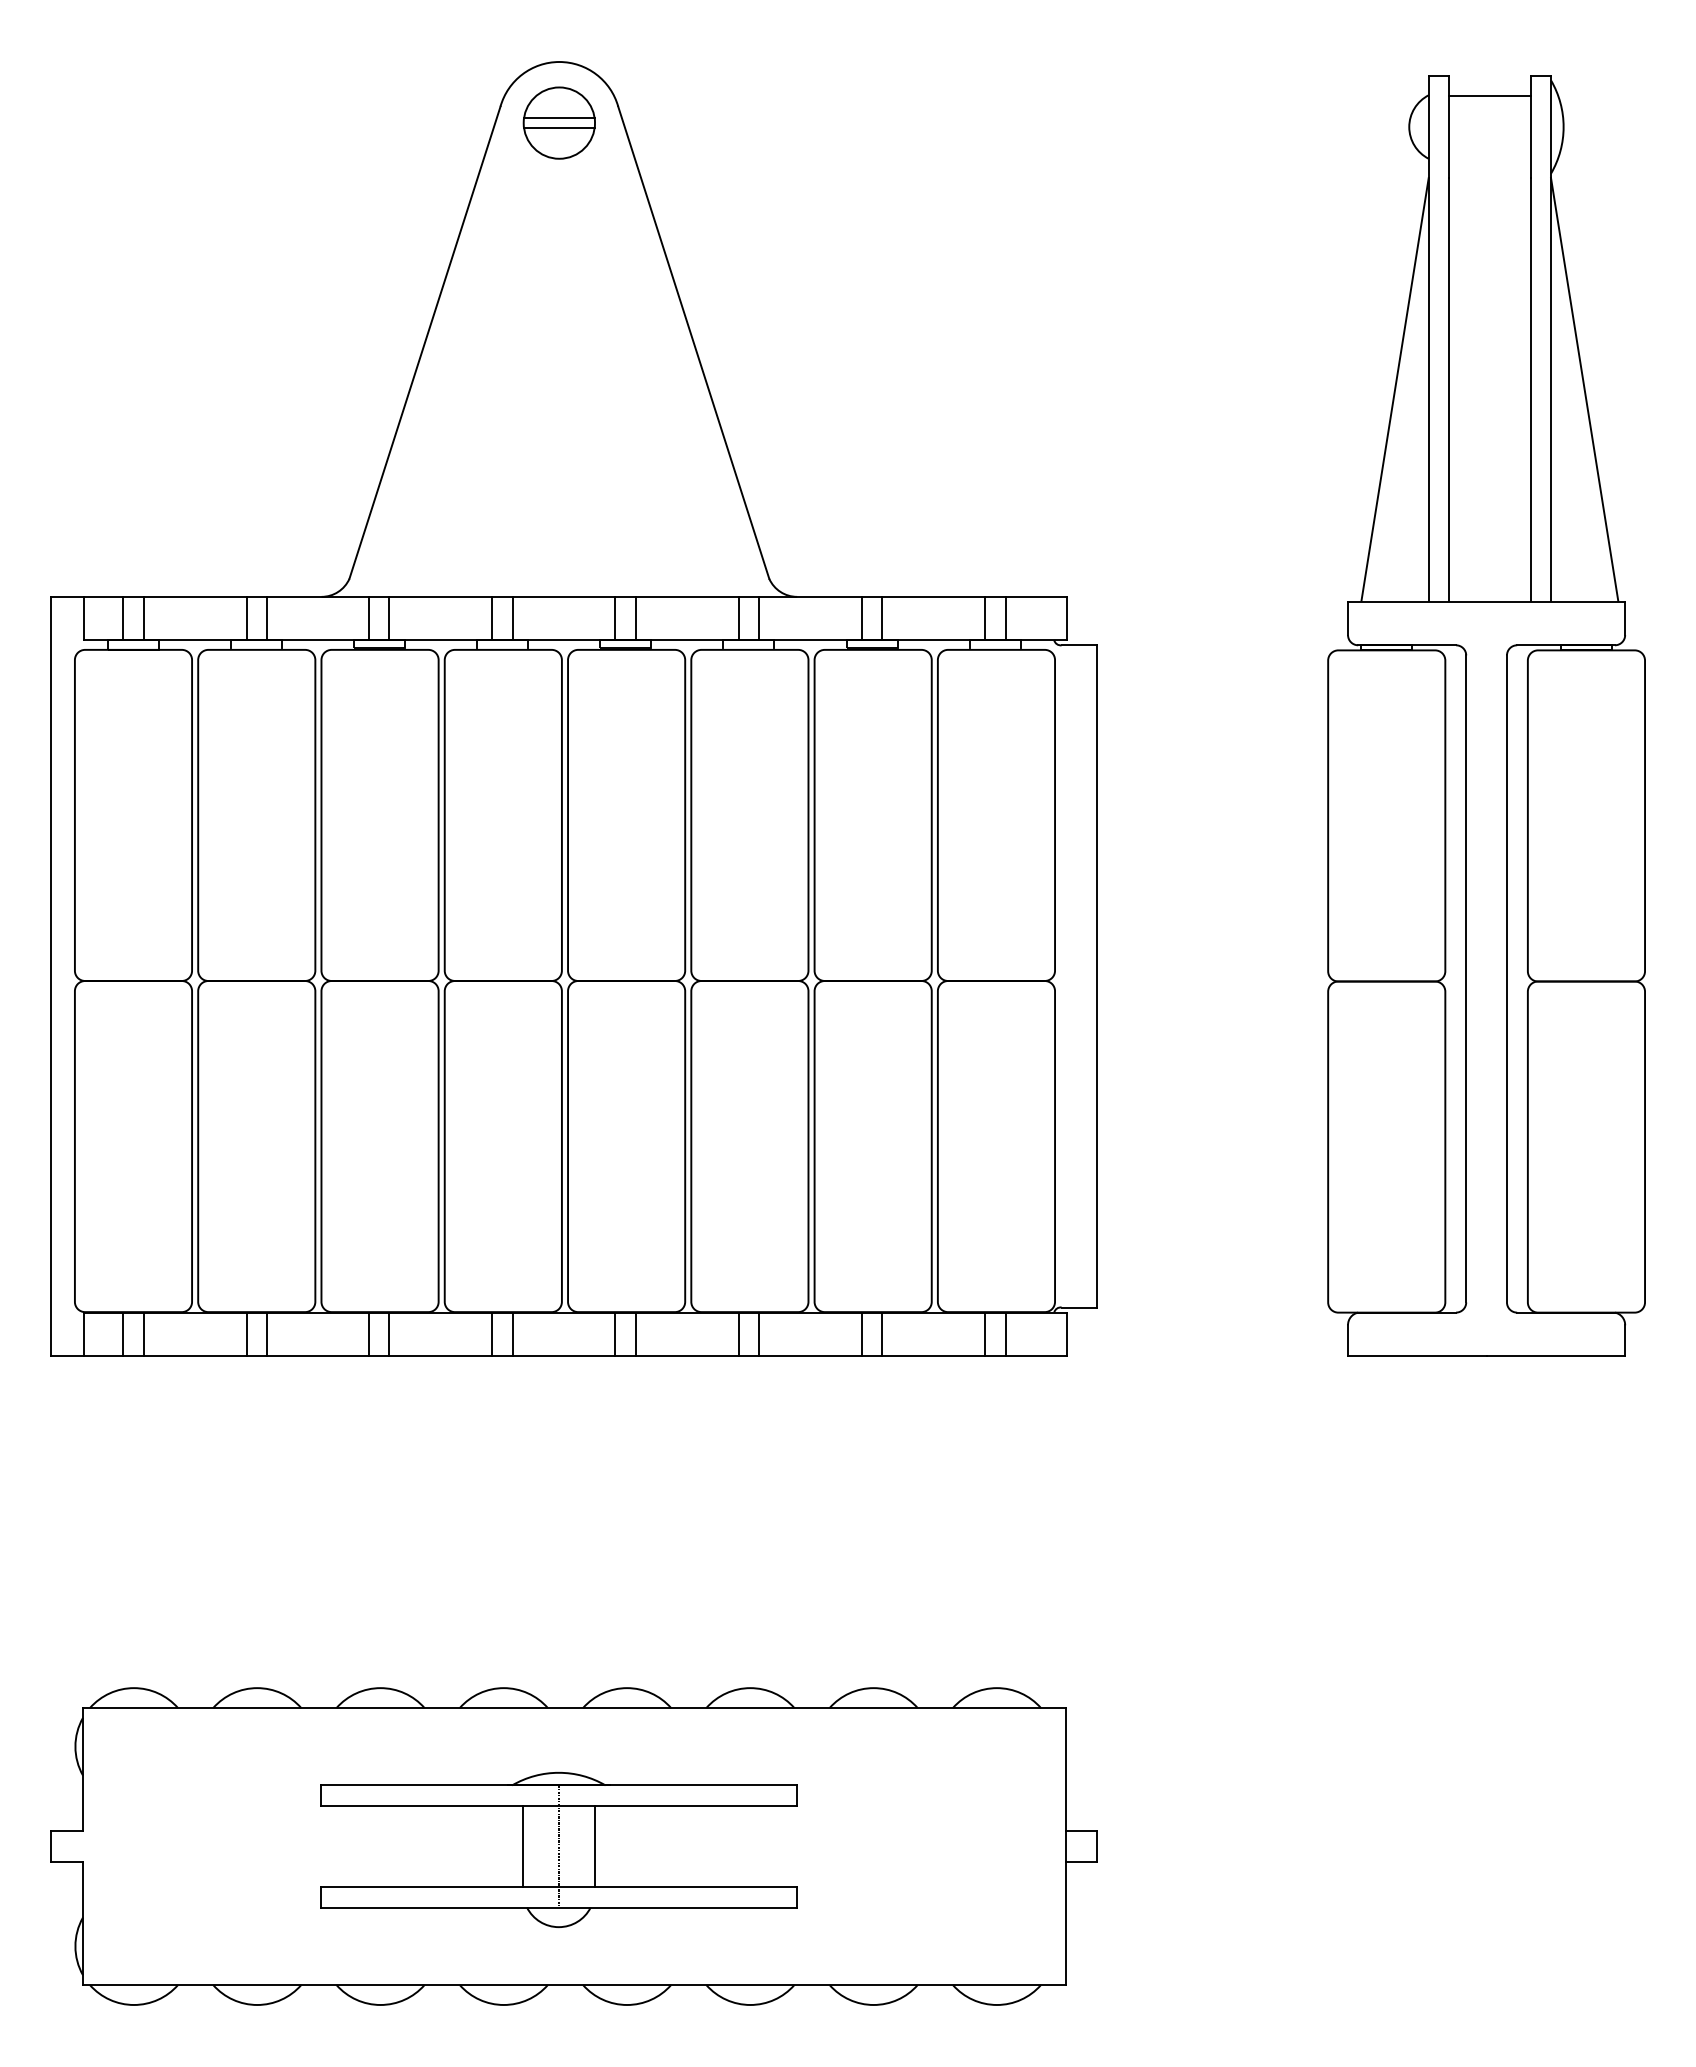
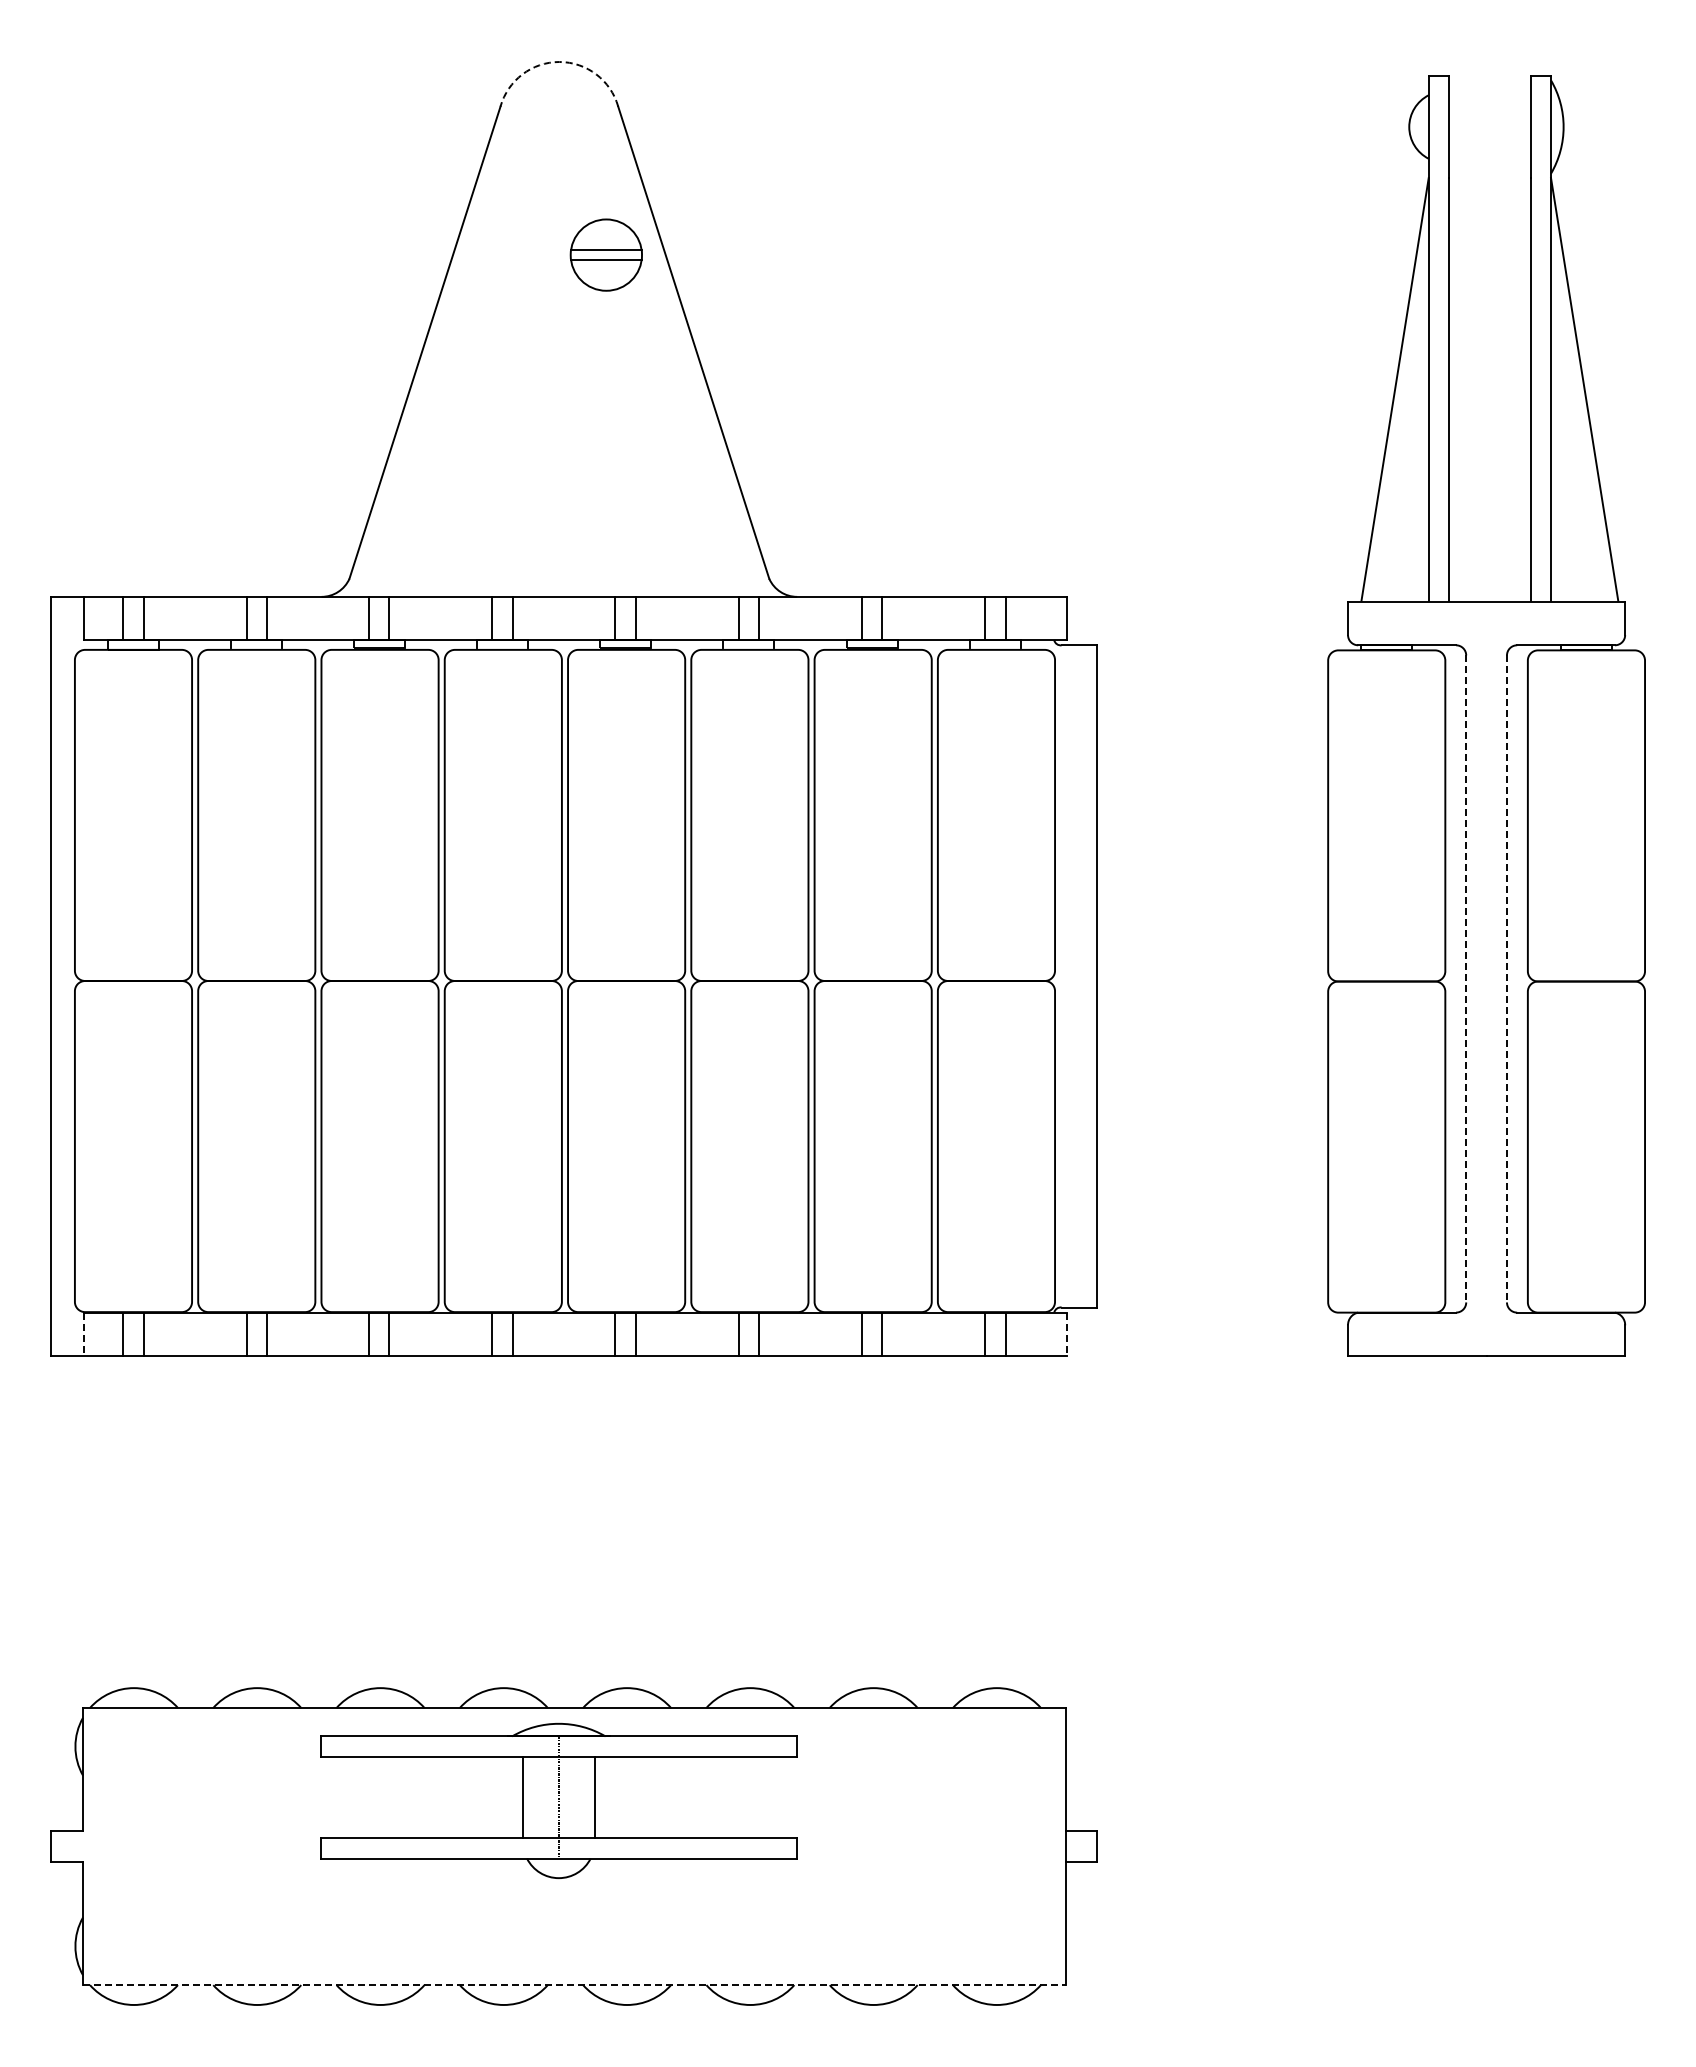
arc at (559, 62): solid -> dashed
line at (1489, 96): present -> none
part at (558, 122) position: (558, 122) -> (605, 254)
line at (1466, 979): solid -> dashed
line at (1506, 979): solid -> dashed
line at (83, 1334): solid -> dashed
line at (1066, 1334): solid -> dashed
part at (558, 1849) position: (558, 1849) -> (558, 1800)
line at (574, 1985): solid -> dashed
